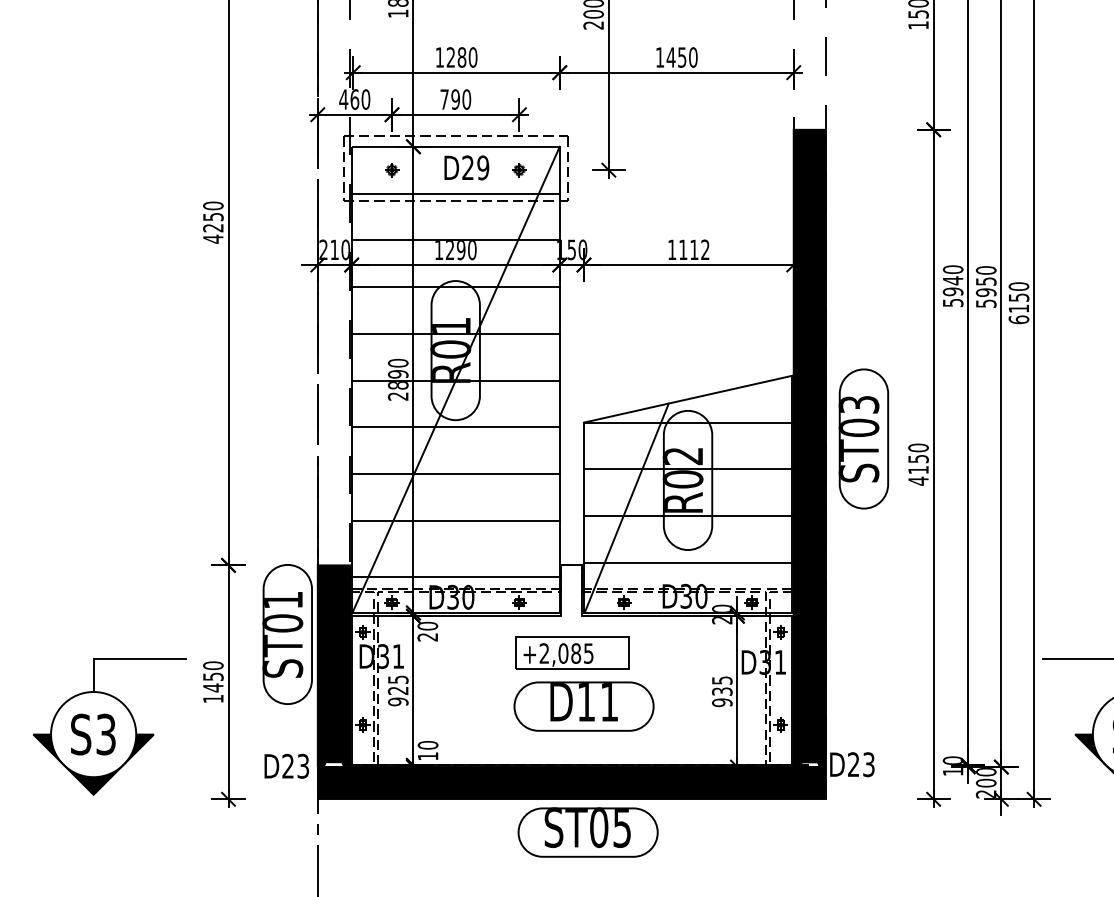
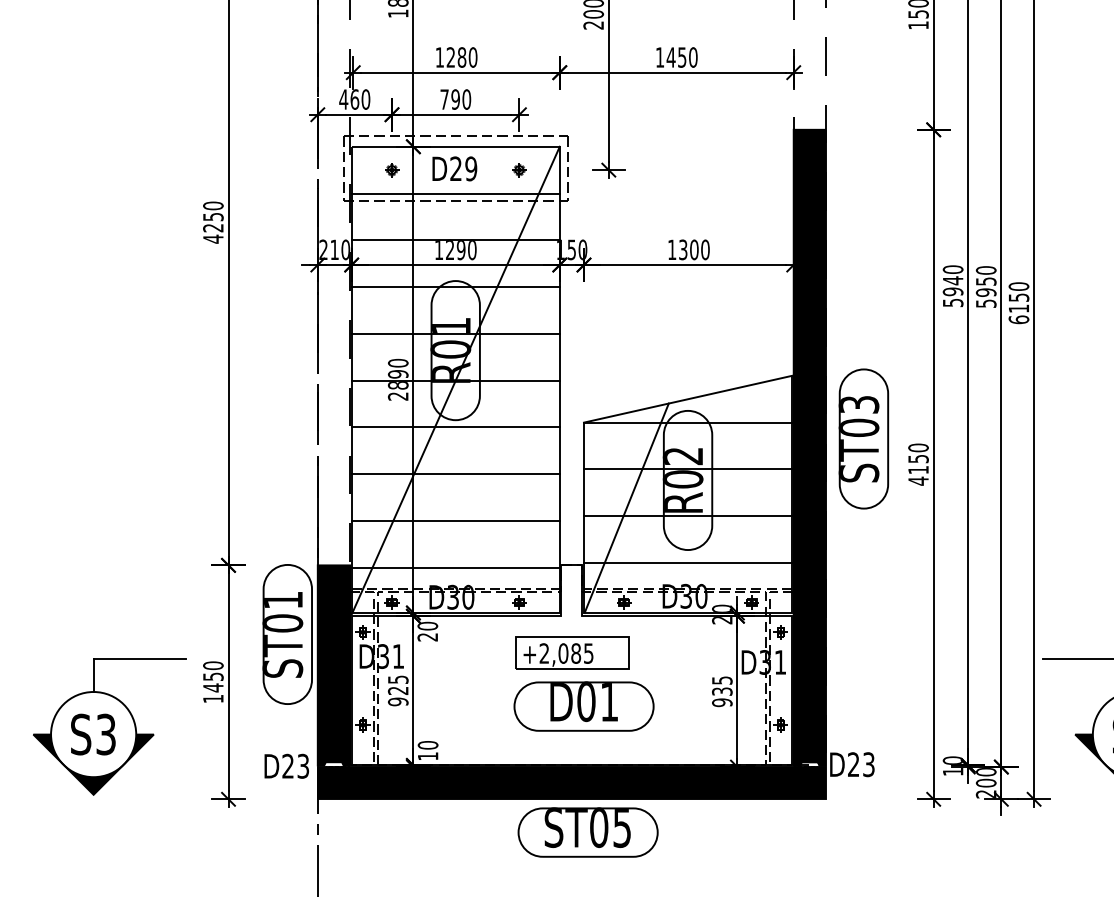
text at (466, 167) position: (466, 167) -> (454, 168)
text at (694, 249): 1112 -> 1300
line at (455, 576) position: (455, 576) -> (455, 567)
text at (586, 701): D11 -> D01
